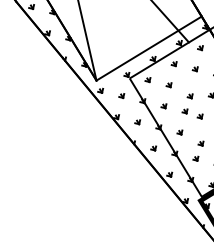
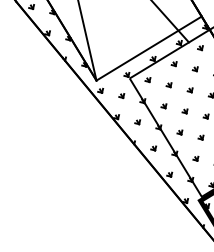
part at (189, 96) position: (189, 96) -> (189, 90)
part at (199, 116) position: (199, 116) -> (205, 116)
part at (200, 143) position: (200, 143) -> (200, 137)
